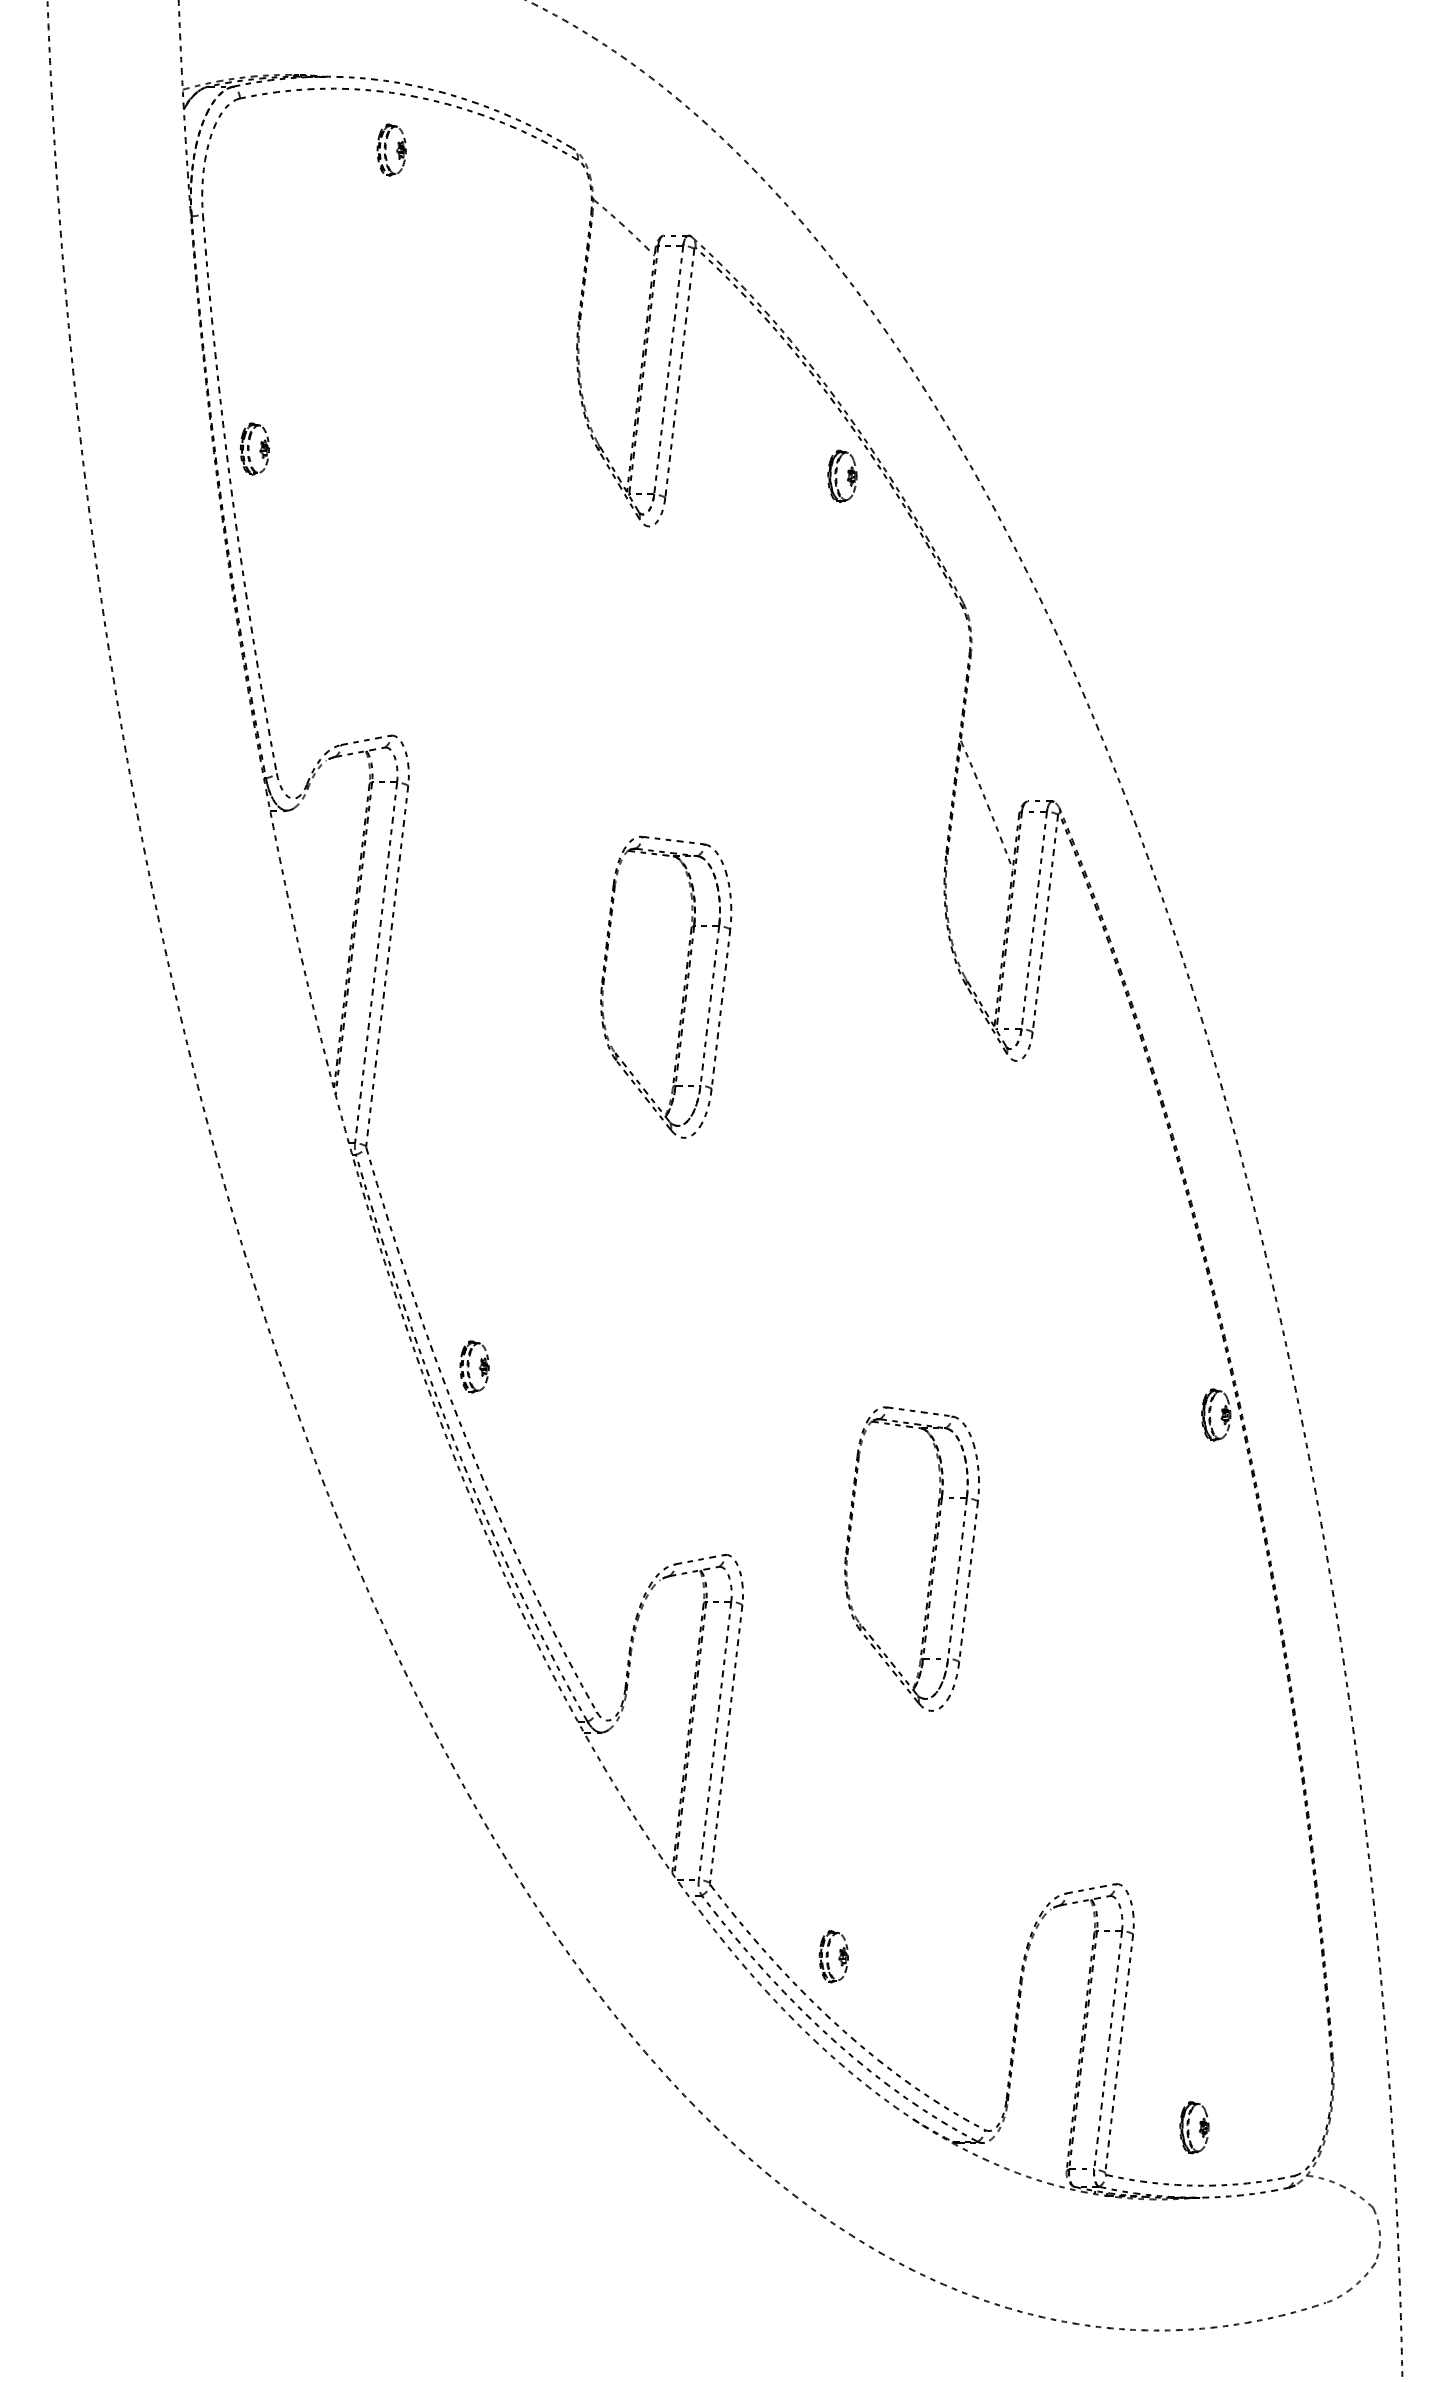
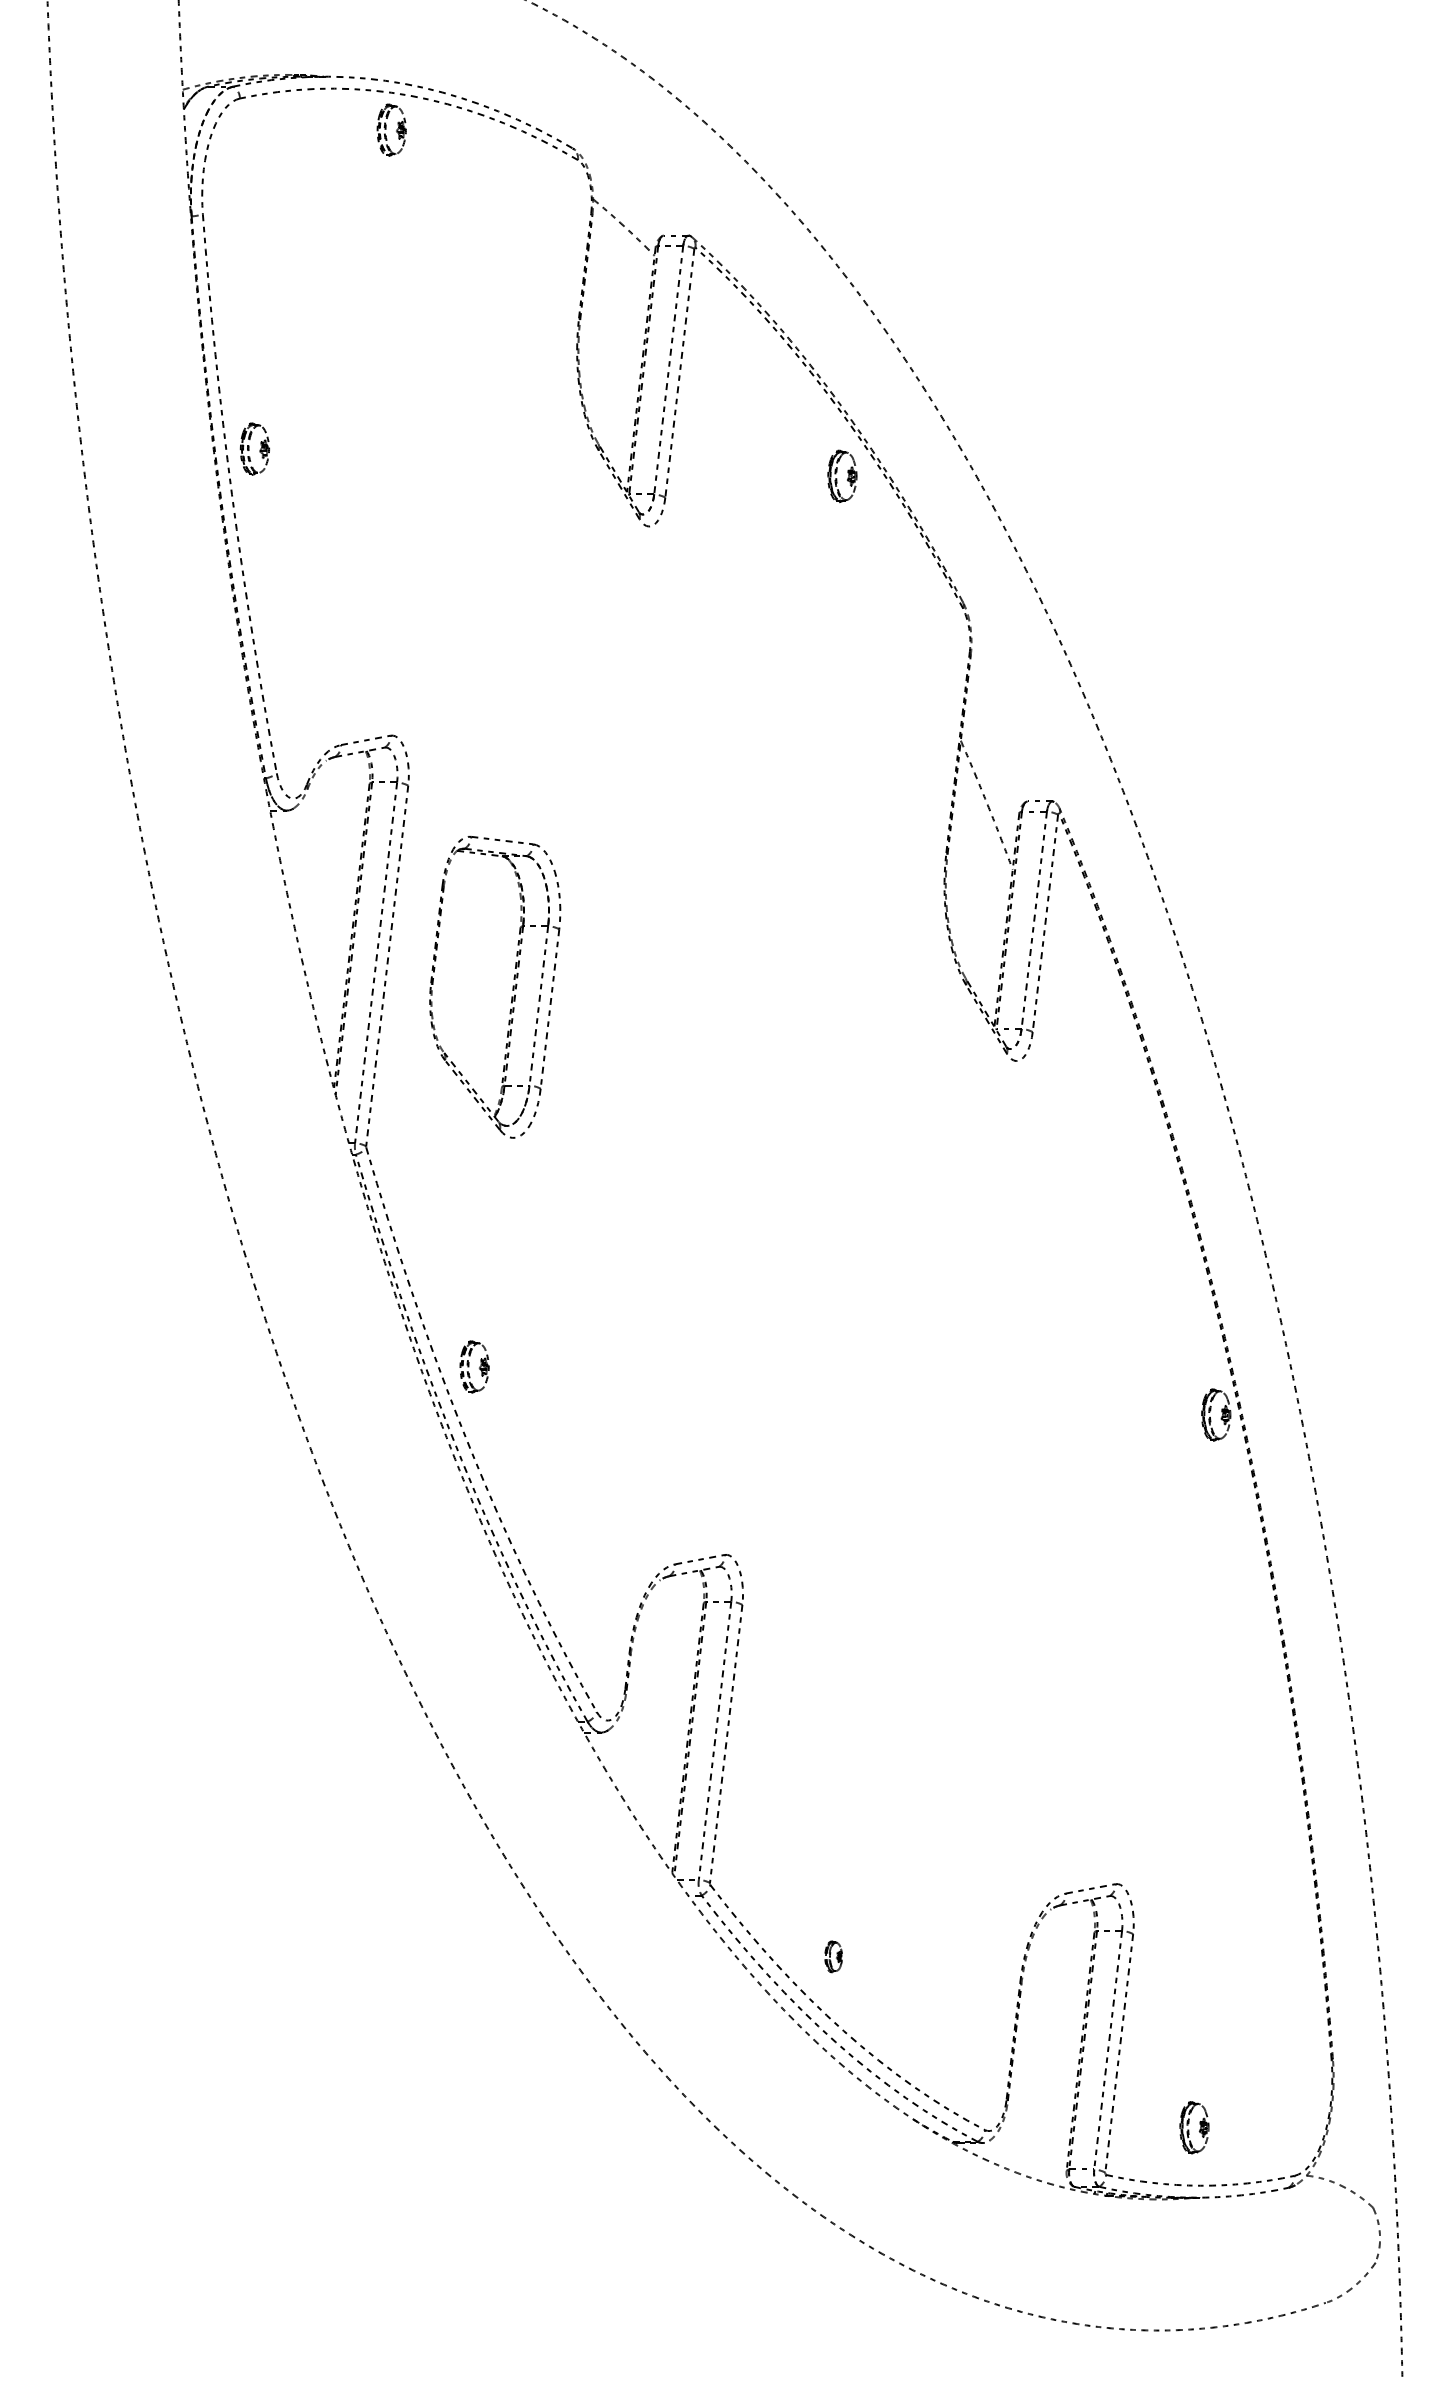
part at (391, 149) position: (391, 149) -> (391, 129)
part at (683, 987) position: (683, 987) -> (512, 987)
part at (931, 1558): present -> none
part at (833, 1956) size: 31x54 px -> 19x34 px
